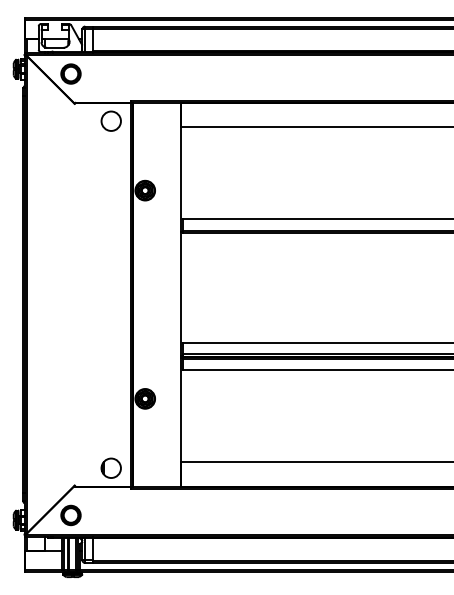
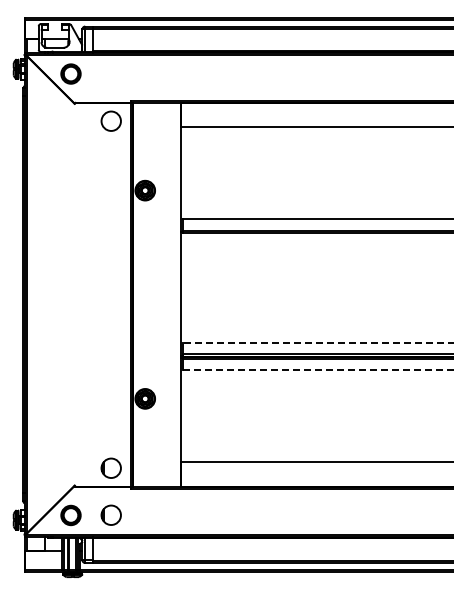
line at (318, 343): solid -> dashed
line at (318, 370): solid -> dashed
part at (110, 514): none -> present
